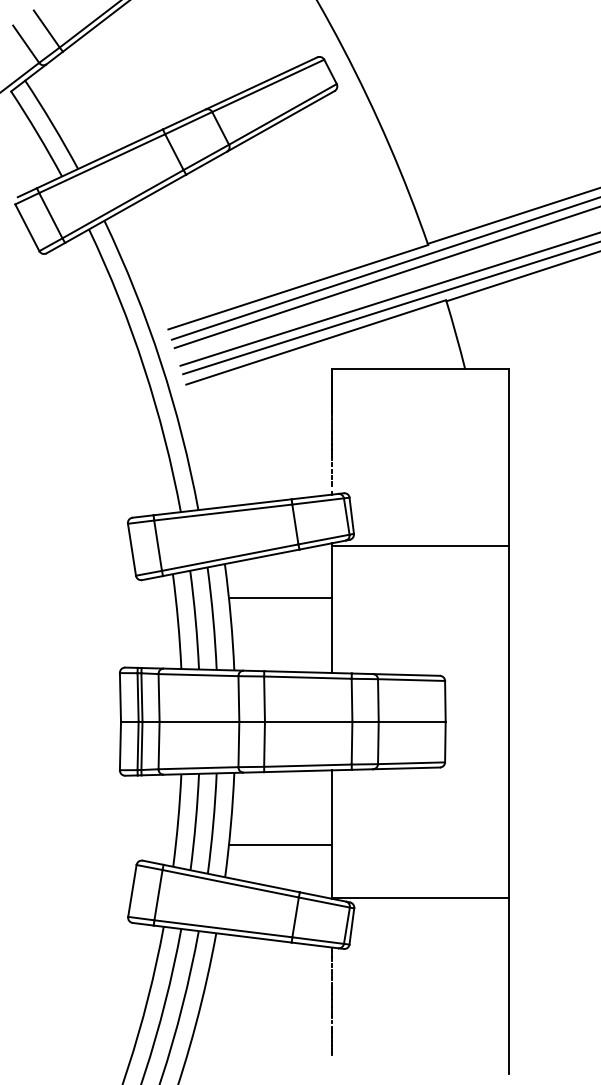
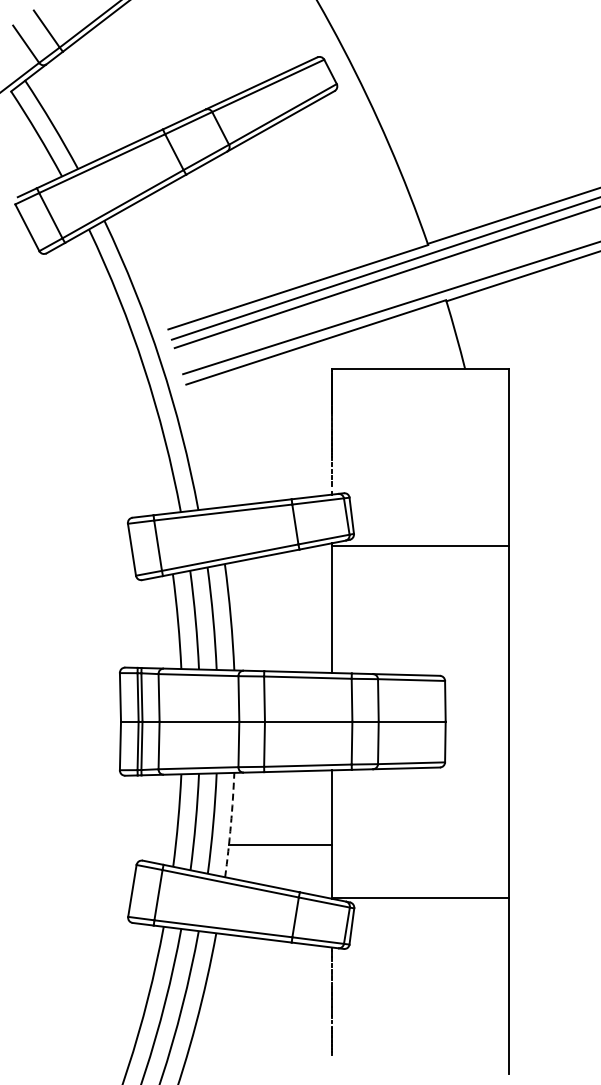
line at (388, 299): present -> none
line at (280, 598): present -> none
arc at (230, 825): solid -> dashed
